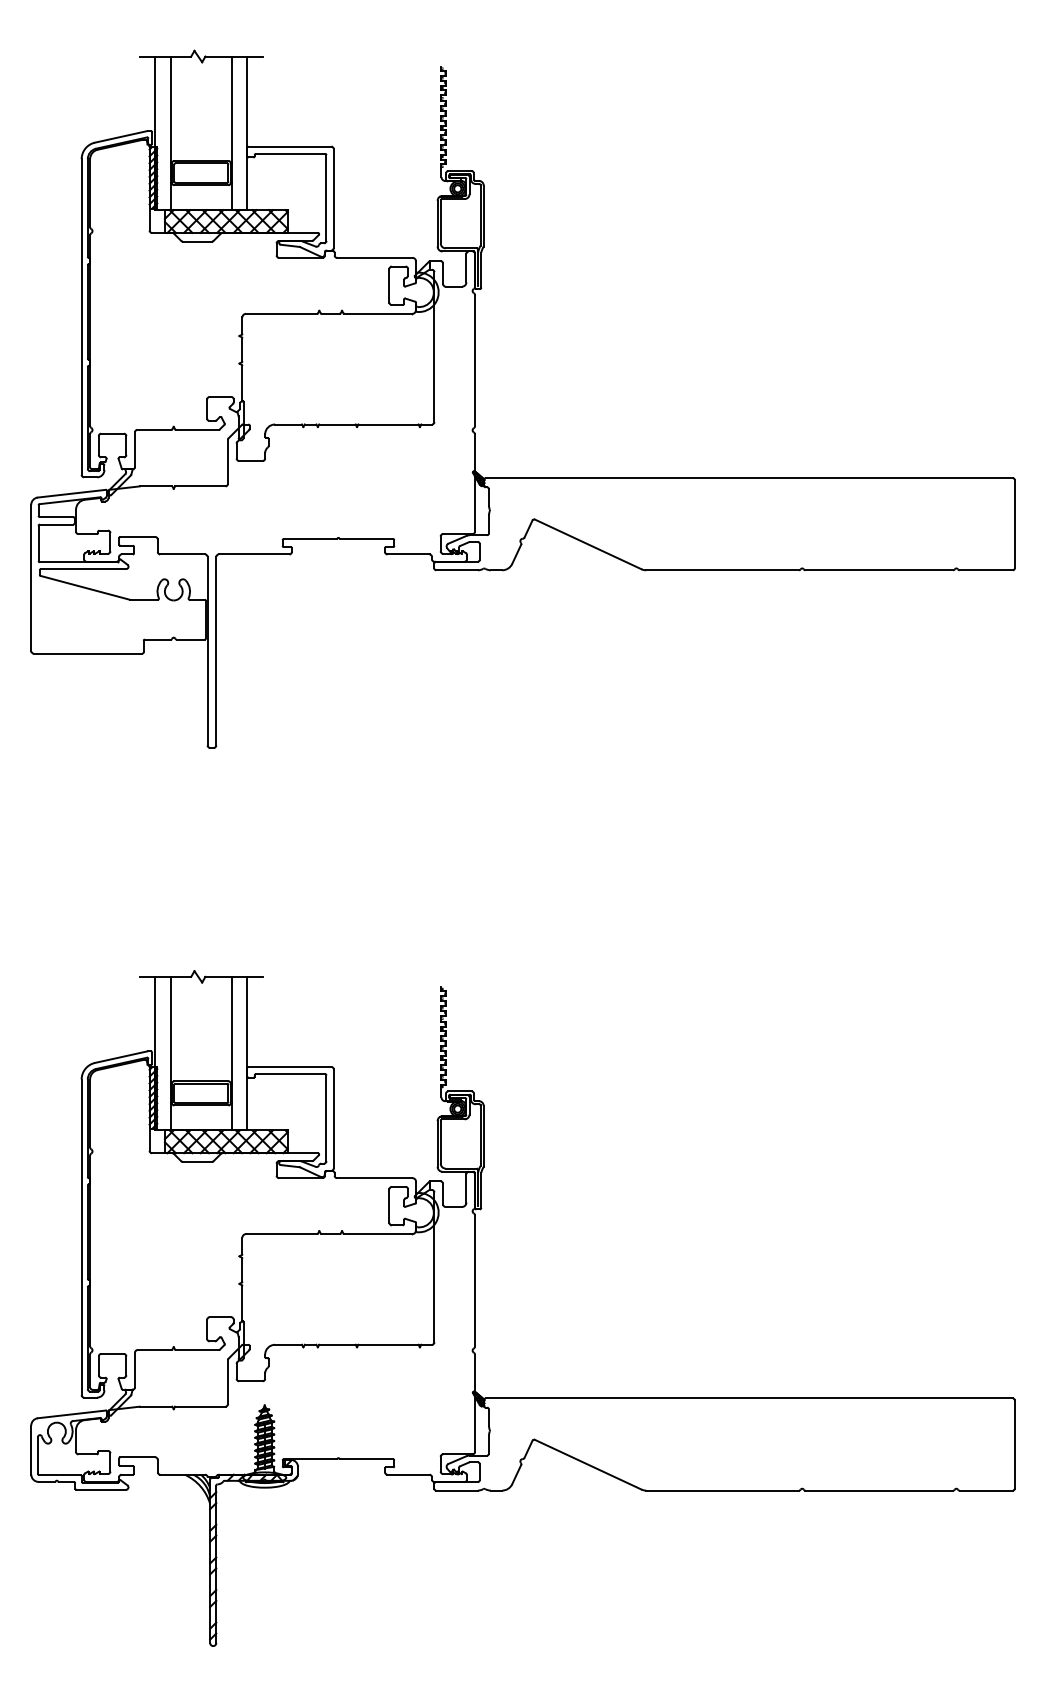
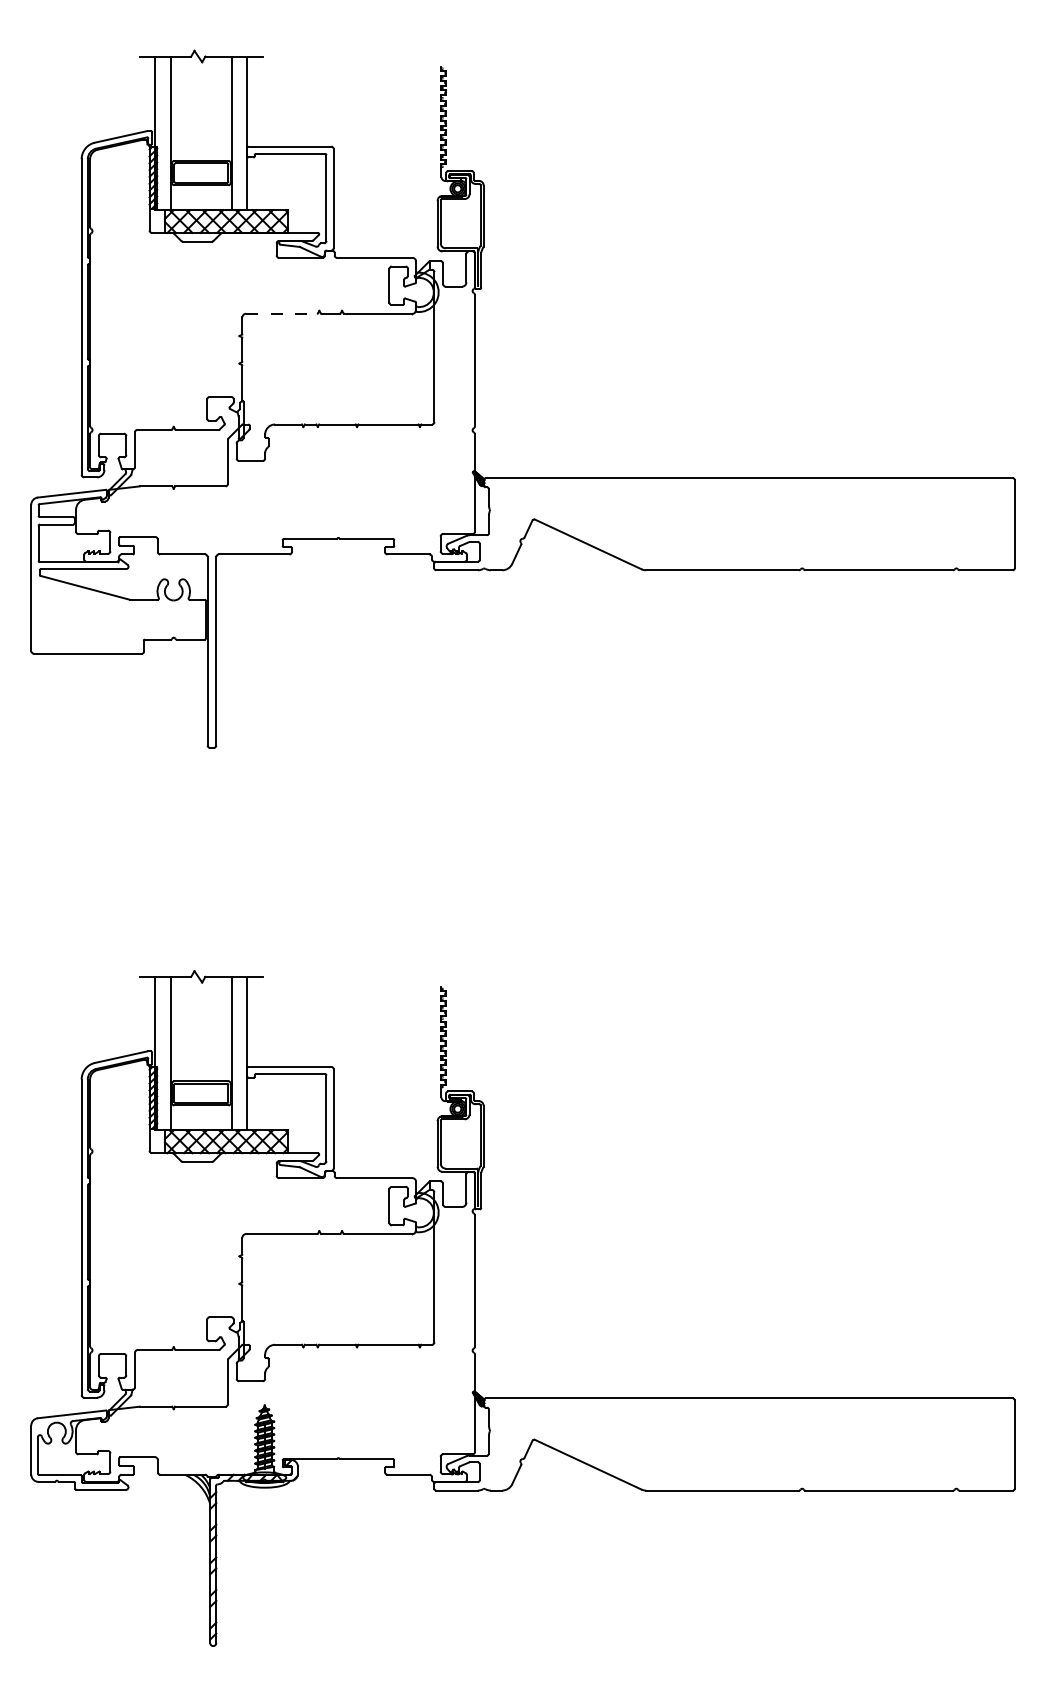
line at (282, 313): solid -> dashed
